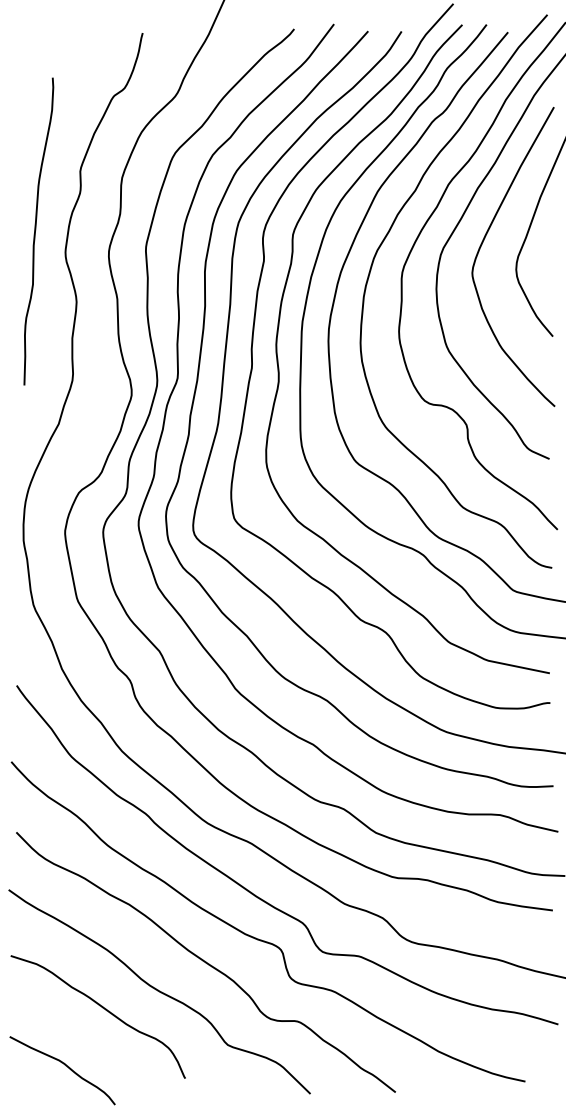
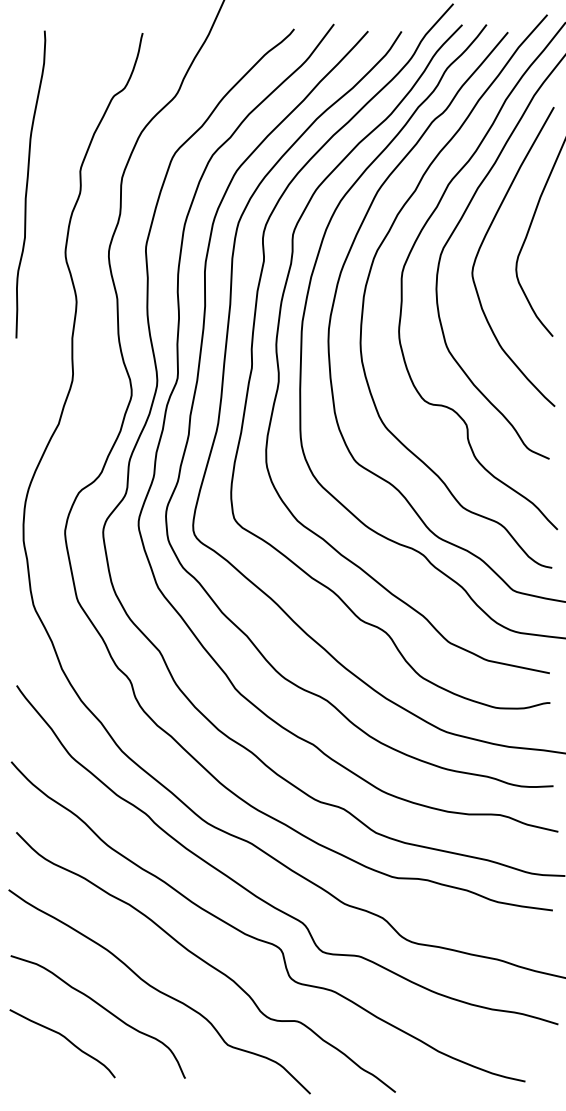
curve at (36, 230) position: (36, 230) -> (28, 183)
curve at (65, 1066) position: (65, 1066) -> (65, 1039)
